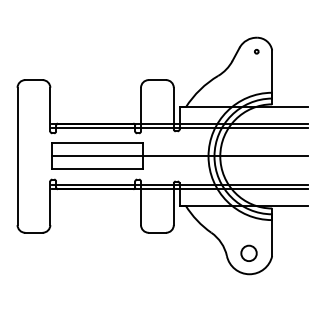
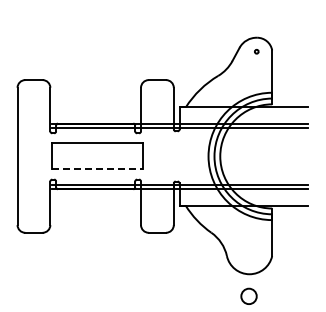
line at (180, 156): present -> none
line at (98, 169): solid -> dashed
circle at (248, 252) position: (248, 252) -> (248, 295)
